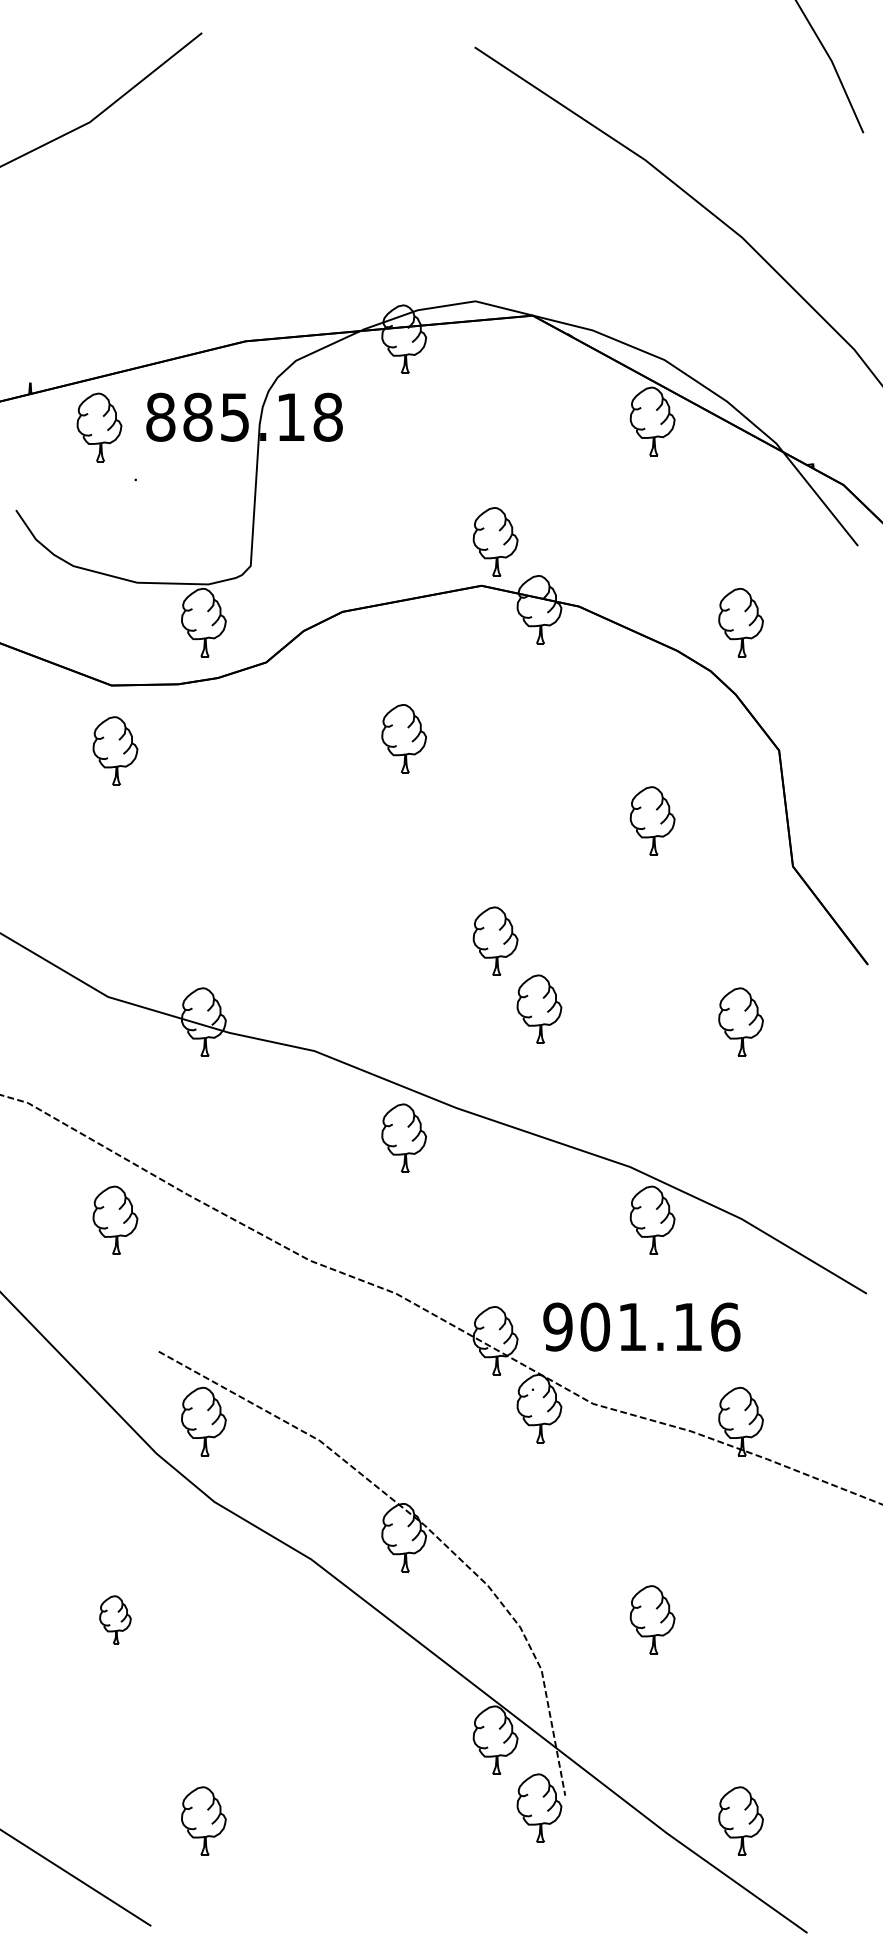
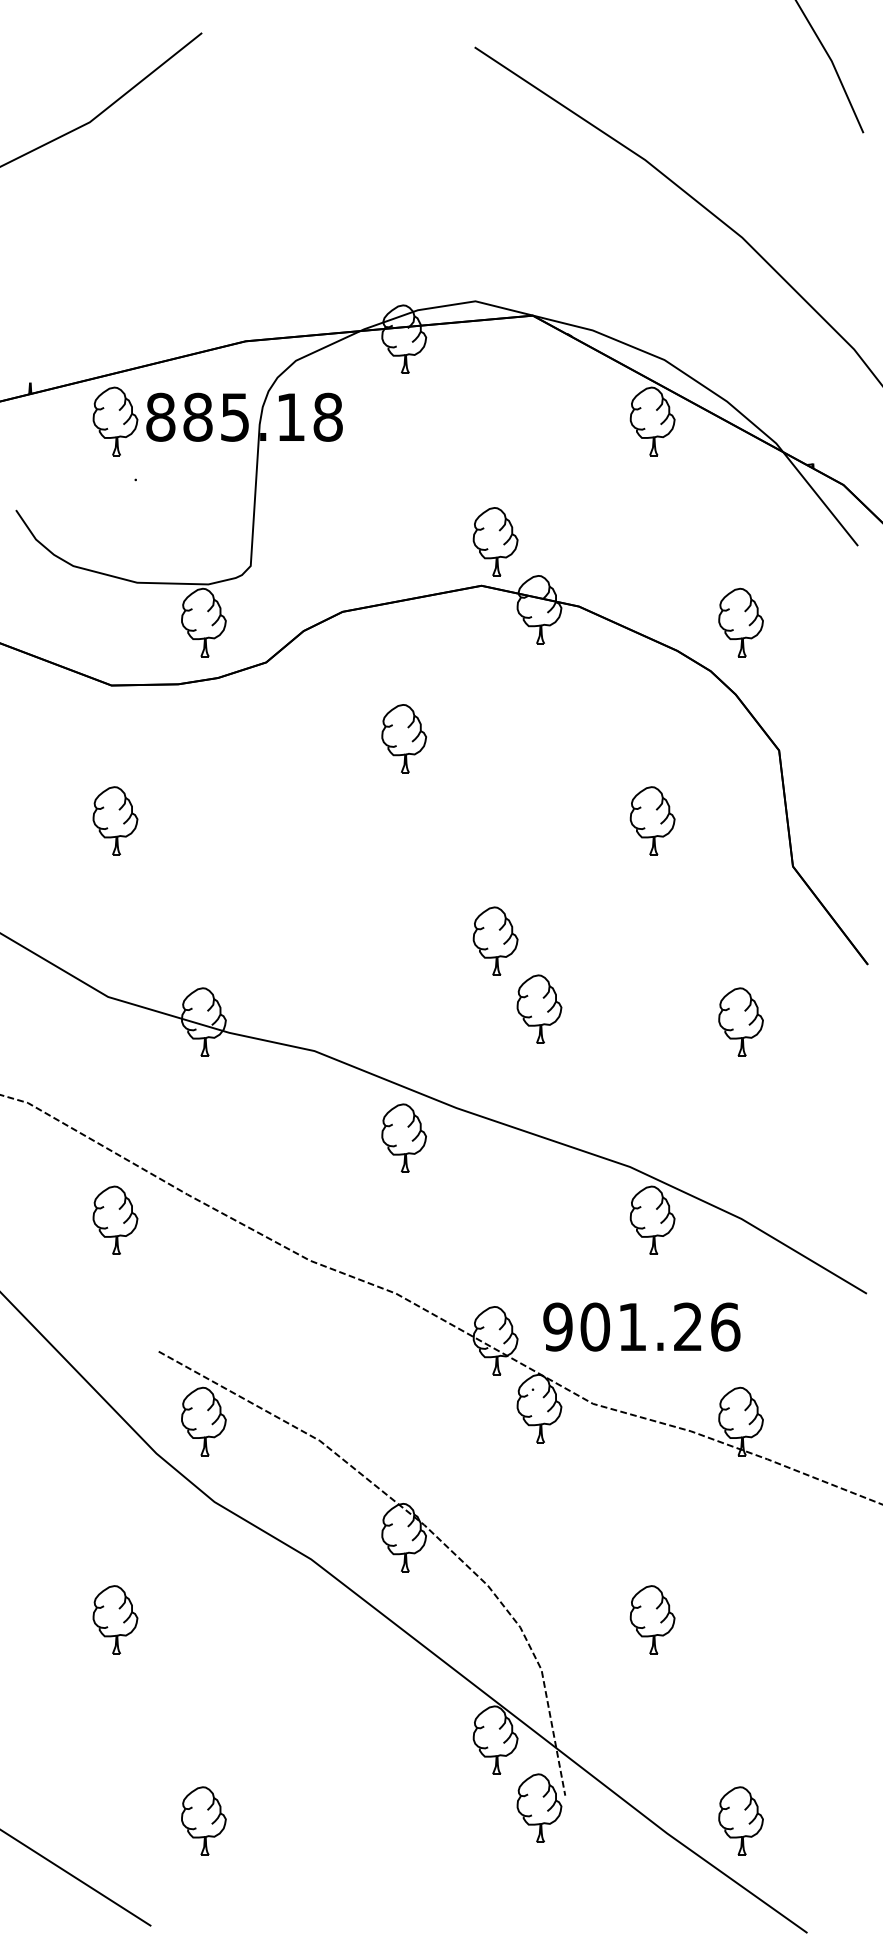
part at (99, 427) position: (99, 427) -> (115, 421)
part at (115, 750) position: (115, 750) -> (115, 820)
text at (687, 1326): 901.16 -> 901.26
part at (115, 1619) size: 33x50 px -> 47x70 px
